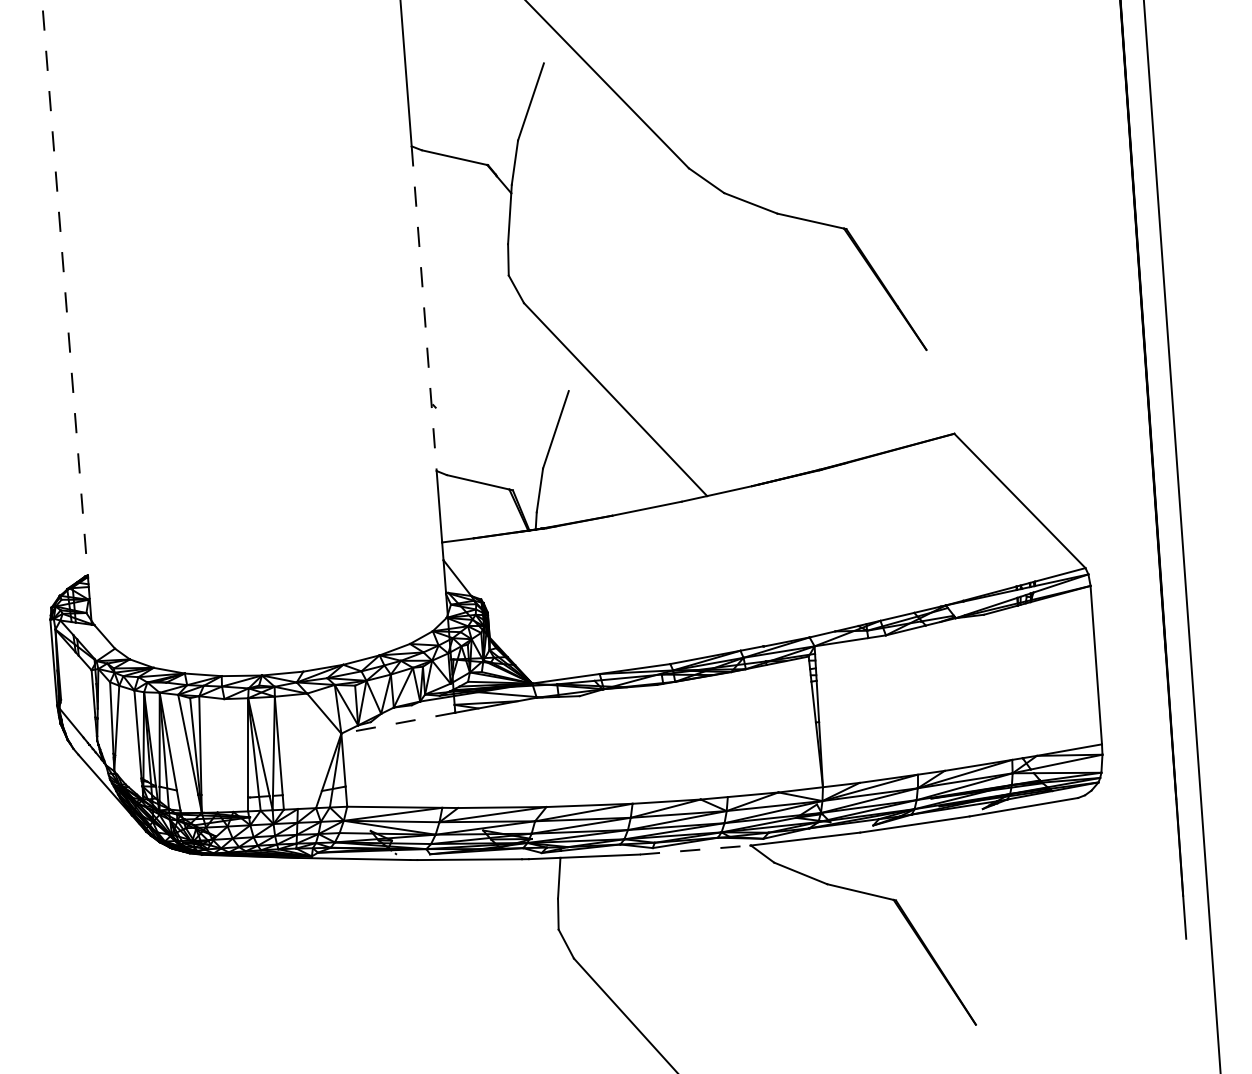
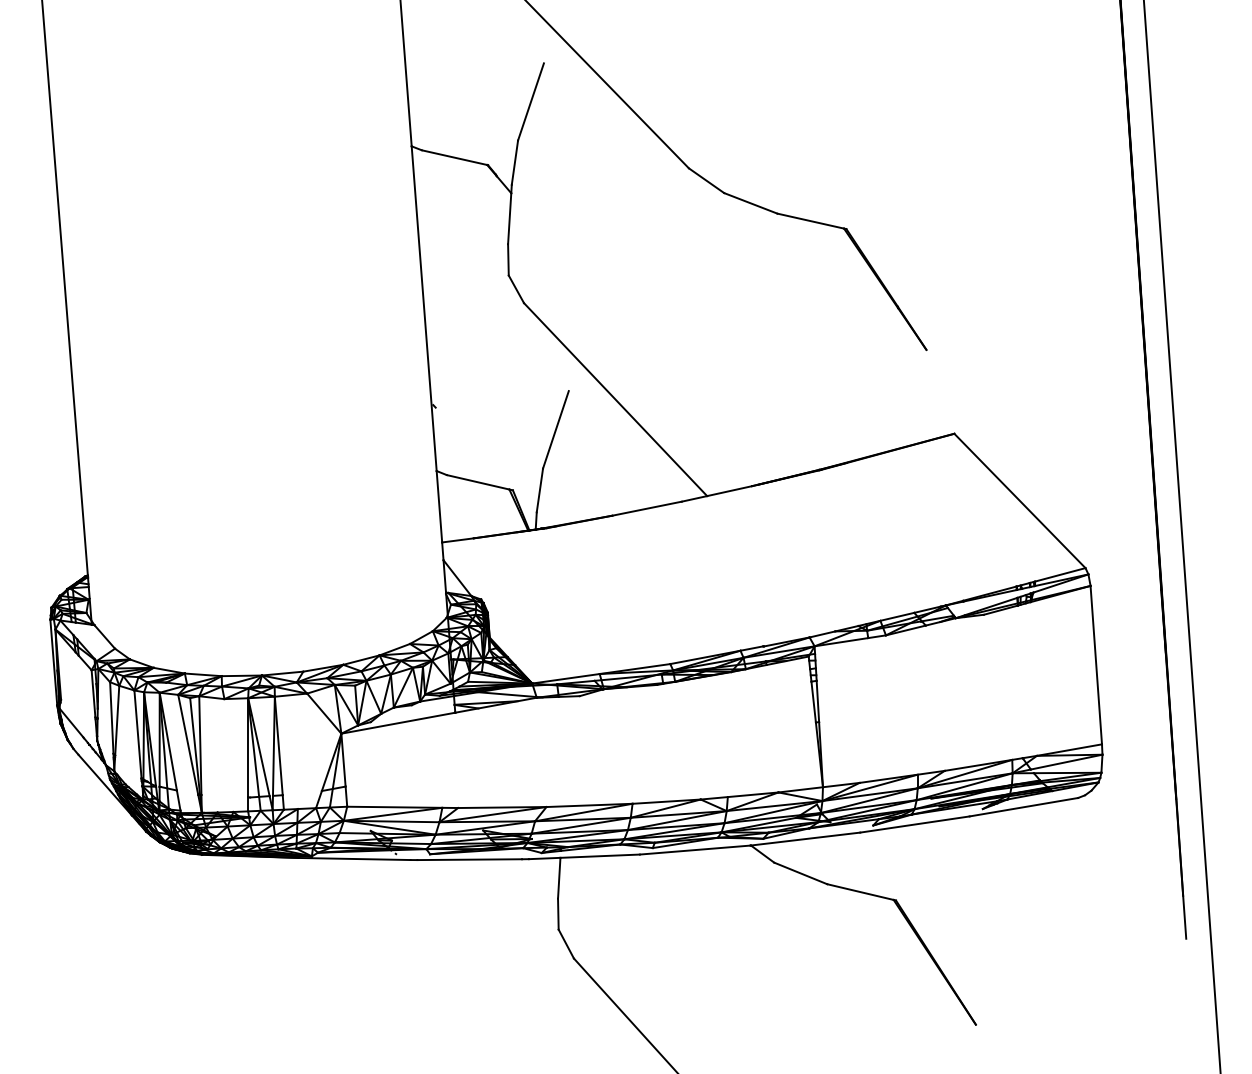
line at (65, 288): dashed -> solid
line at (424, 308): dashed -> solid
line at (398, 723): dashed -> solid
line at (695, 850): dashed -> solid
